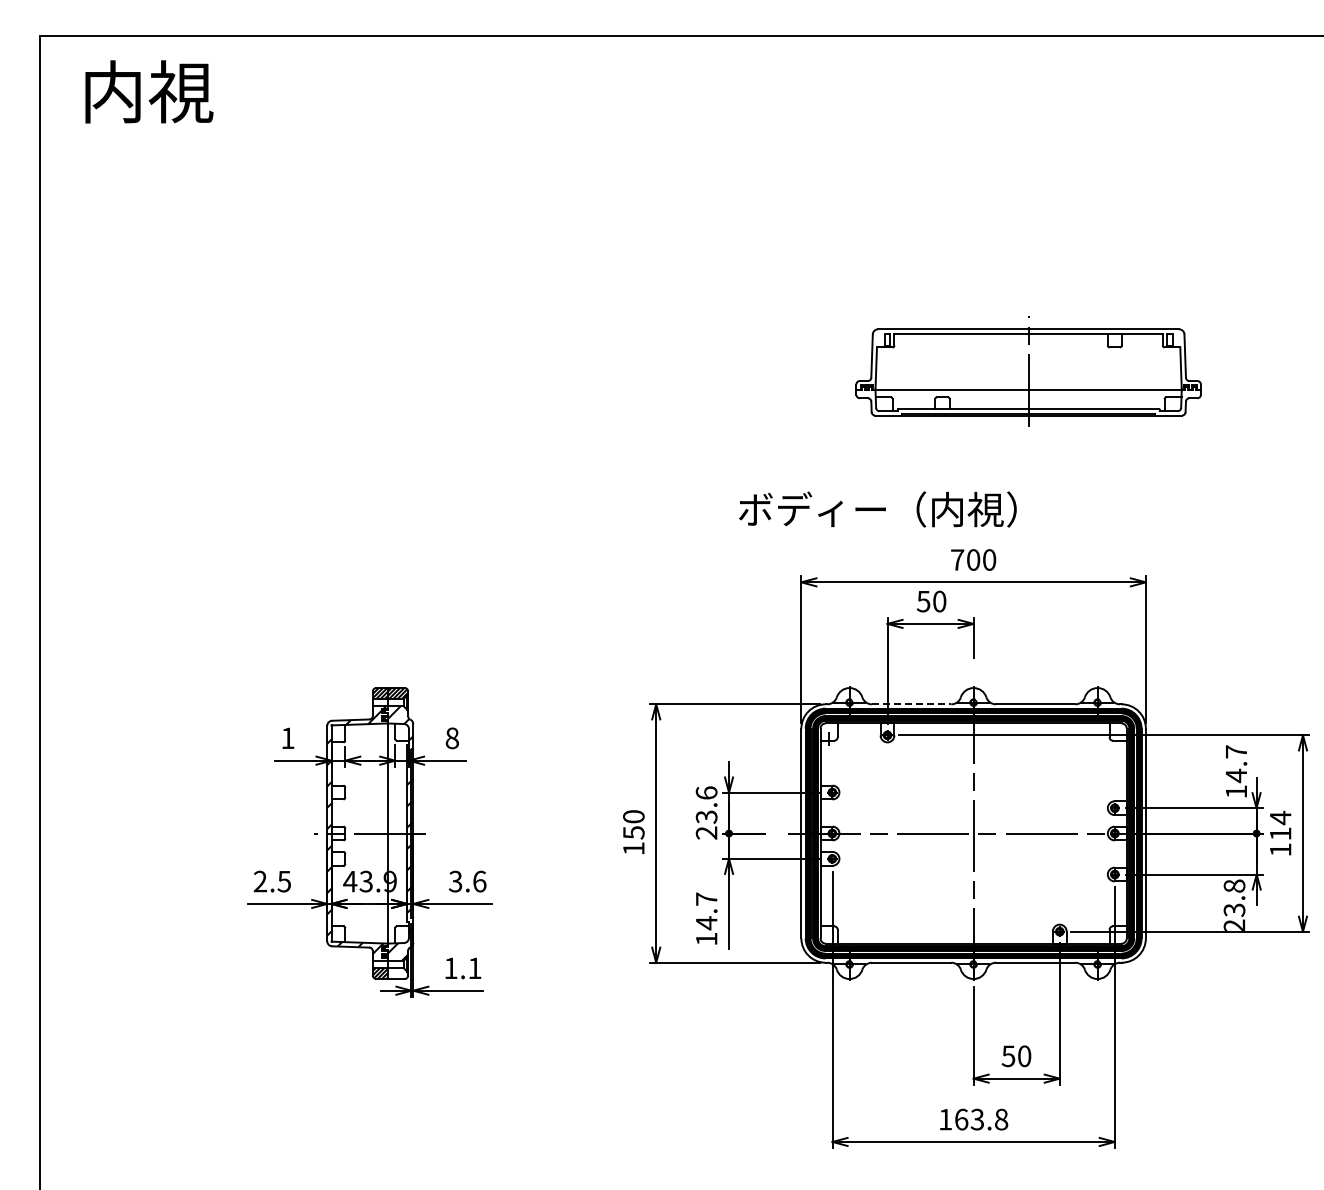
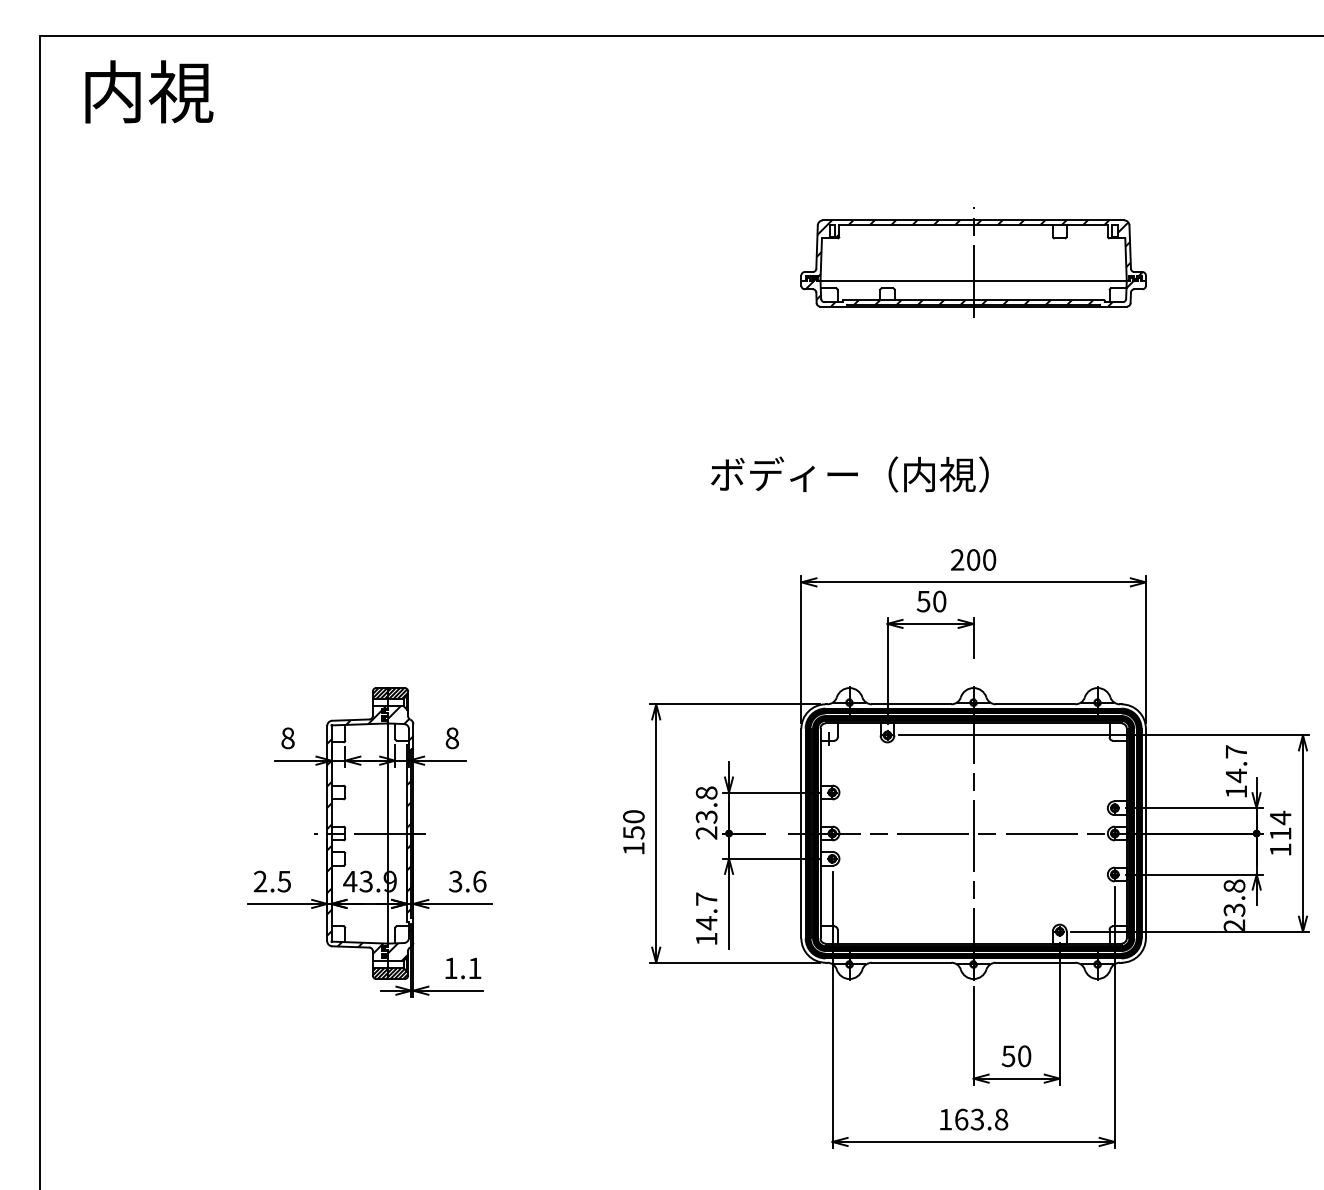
part at (1028, 371) position: (1028, 371) -> (973, 262)
text at (877, 509) position: (877, 509) -> (849, 474)
text at (957, 559): 700 -> 200
line at (911, 704): dashed -> solid
text at (287, 738): 1 -> 8
text at (706, 792): 23.6 -> 23.8
hatch at (397, 973): none -> present
